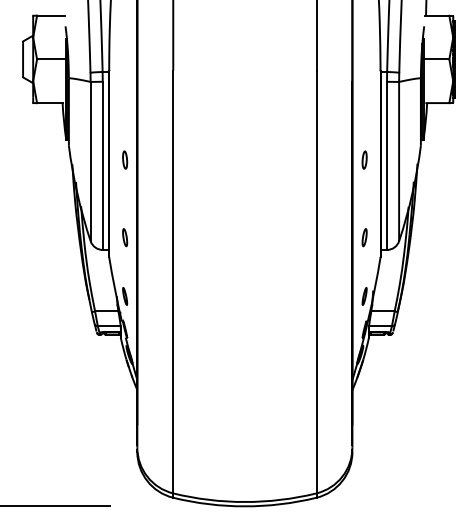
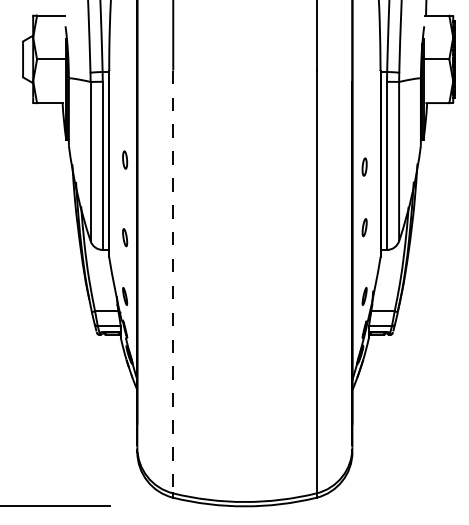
part at (364, 159) position: (364, 159) -> (364, 166)
part at (364, 237) position: (364, 237) -> (364, 227)
line at (173, 282): solid -> dashed
